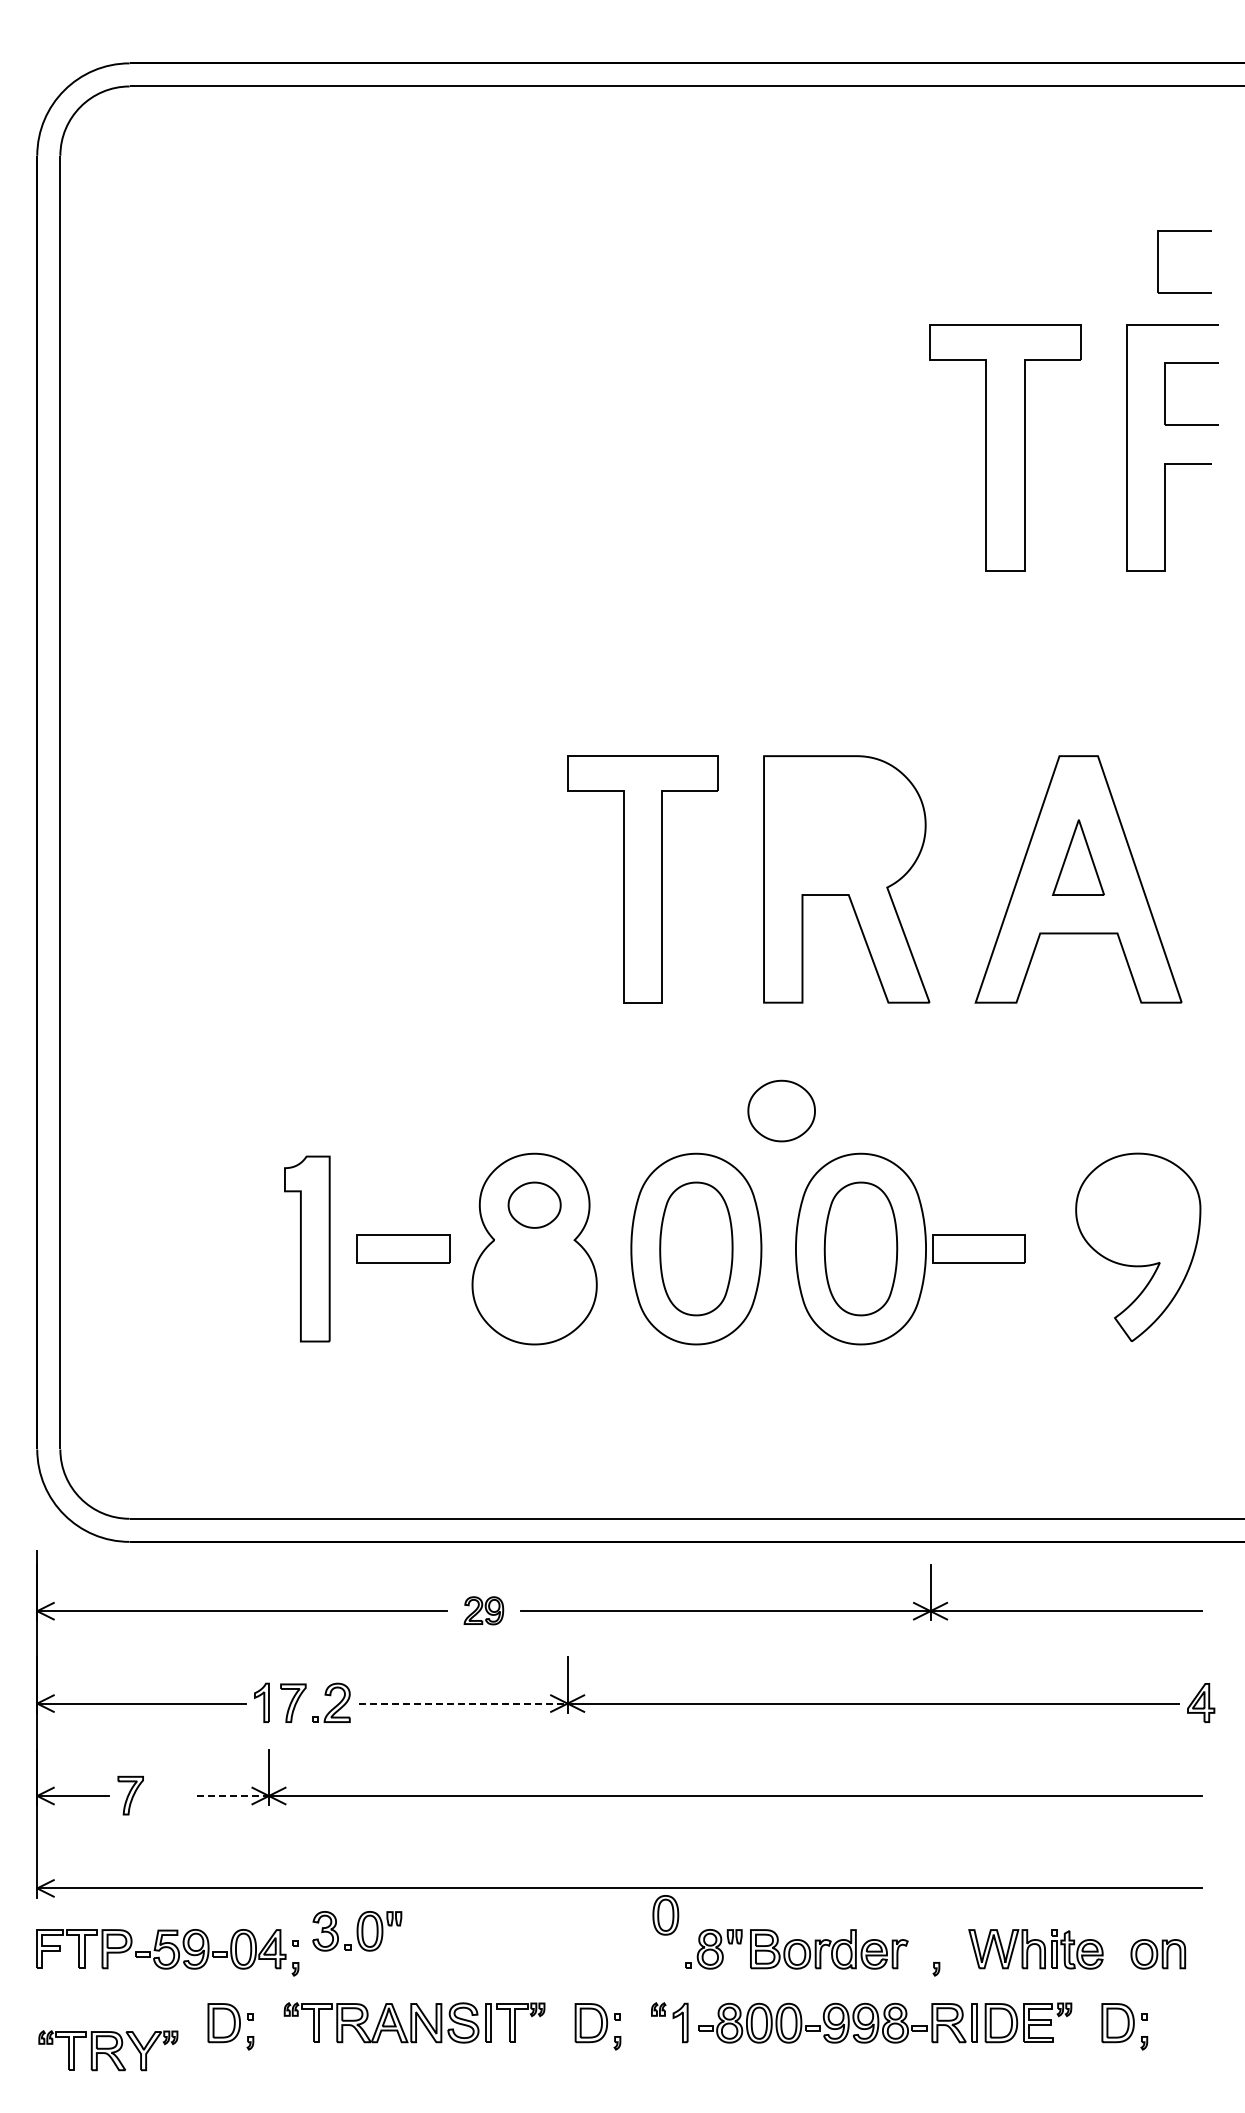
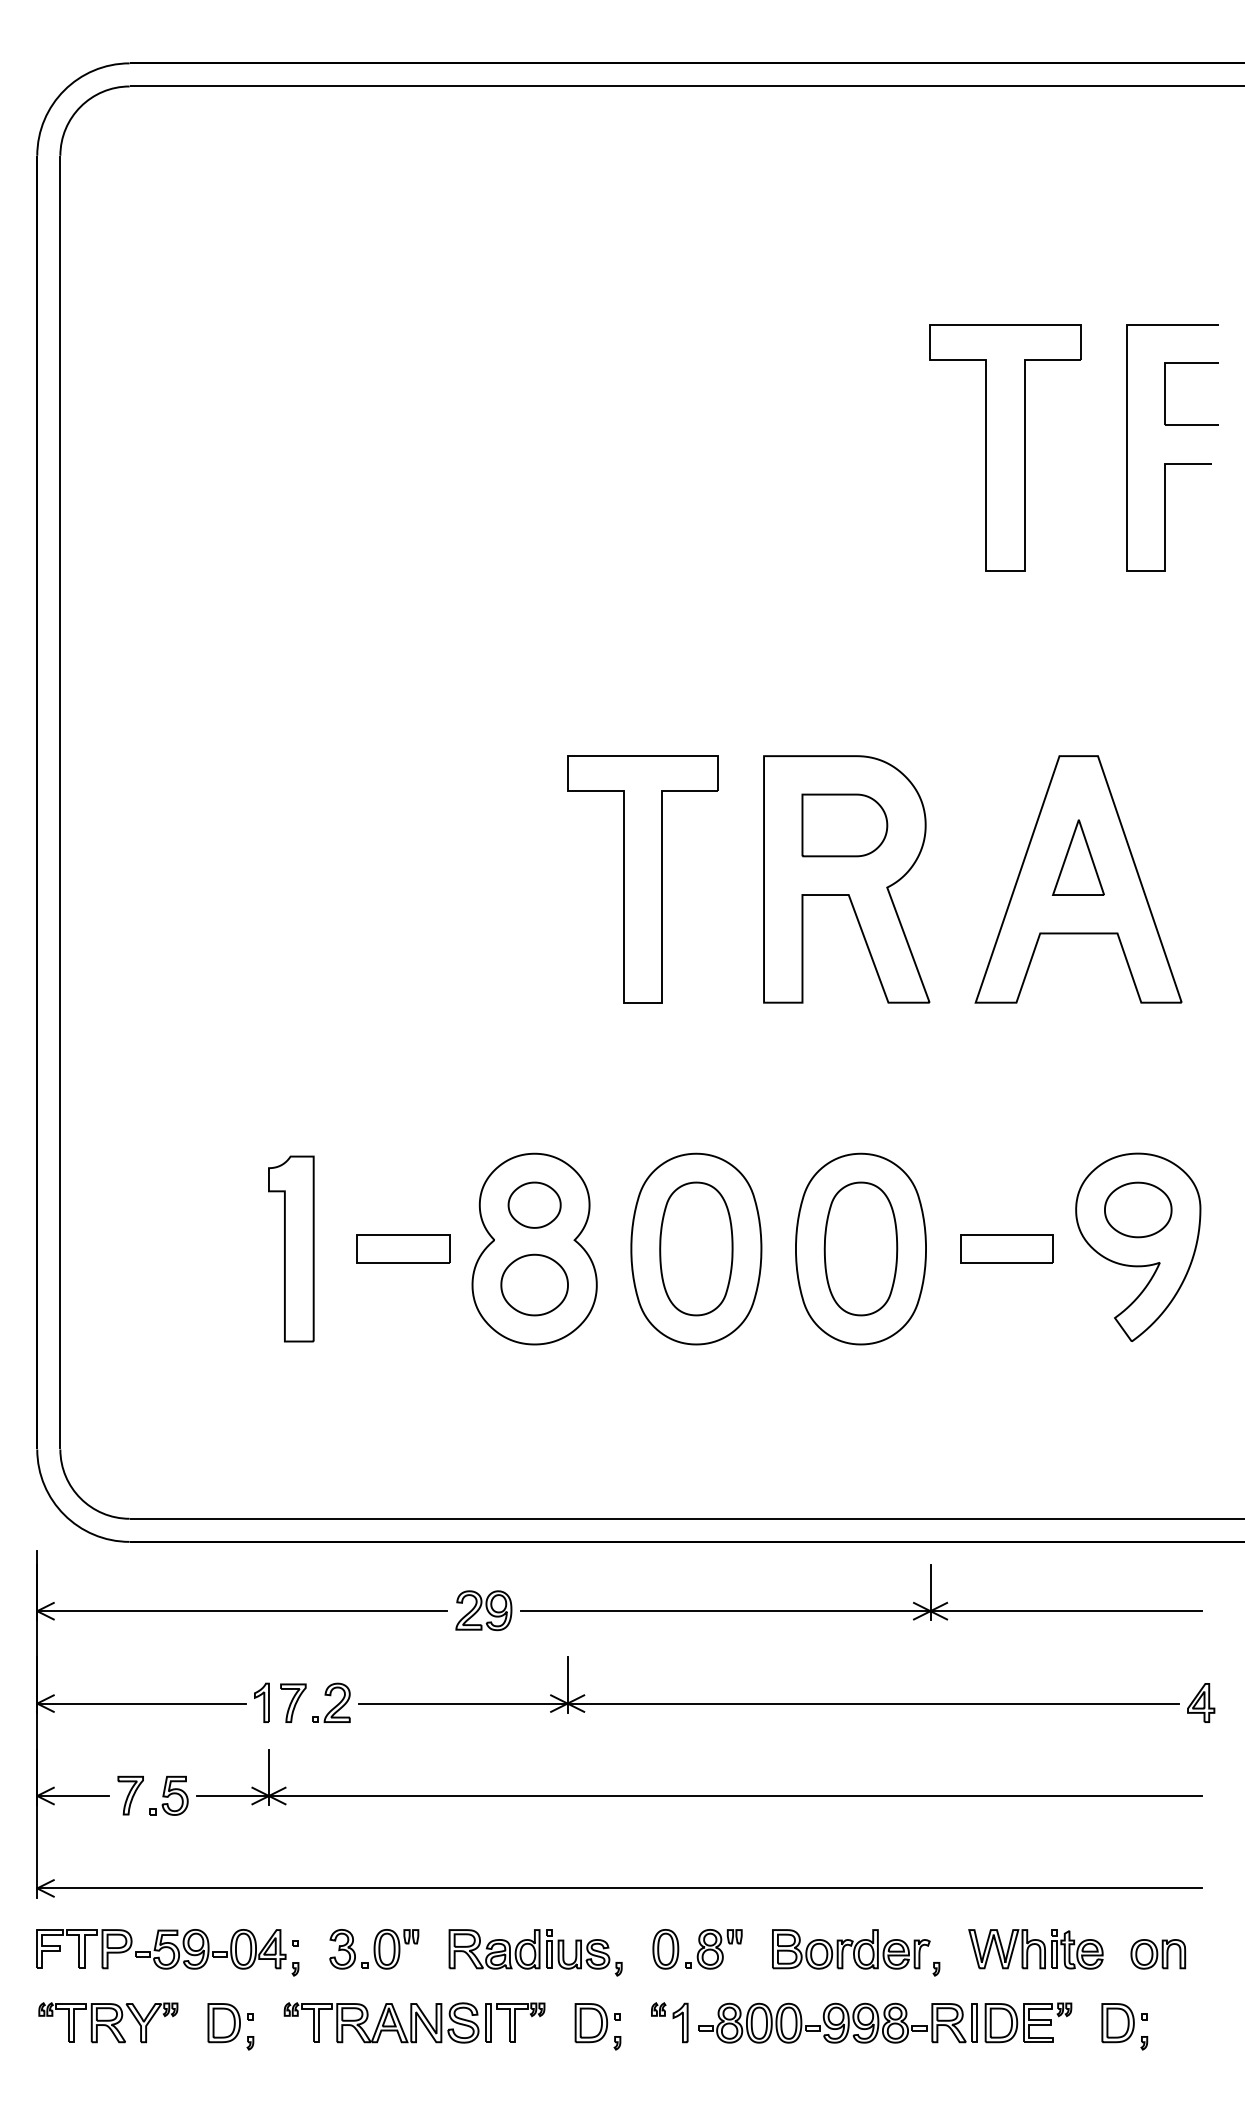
part at (1158, 261): present -> none
part at (844, 825): none -> present
part at (781, 1110) position: (781, 1110) -> (534, 1284)
part at (1138, 1209): none -> present
part at (307, 1248) position: (307, 1248) -> (291, 1248)
part at (978, 1248) position: (978, 1248) -> (1006, 1248)
part at (483, 1610) size: 42x30 px -> 58x42 px
line at (463, 1703): dashed -> solid
part at (168, 1795): none -> present
line at (233, 1796): dashed -> solid
part at (665, 1915) position: (665, 1915) -> (665, 1949)
part at (357, 1931) position: (357, 1931) -> (374, 1949)
part at (829, 1949) position: (829, 1949) -> (851, 1949)
part at (535, 1952): none -> present
part at (108, 2050) position: (108, 2050) -> (108, 2022)
